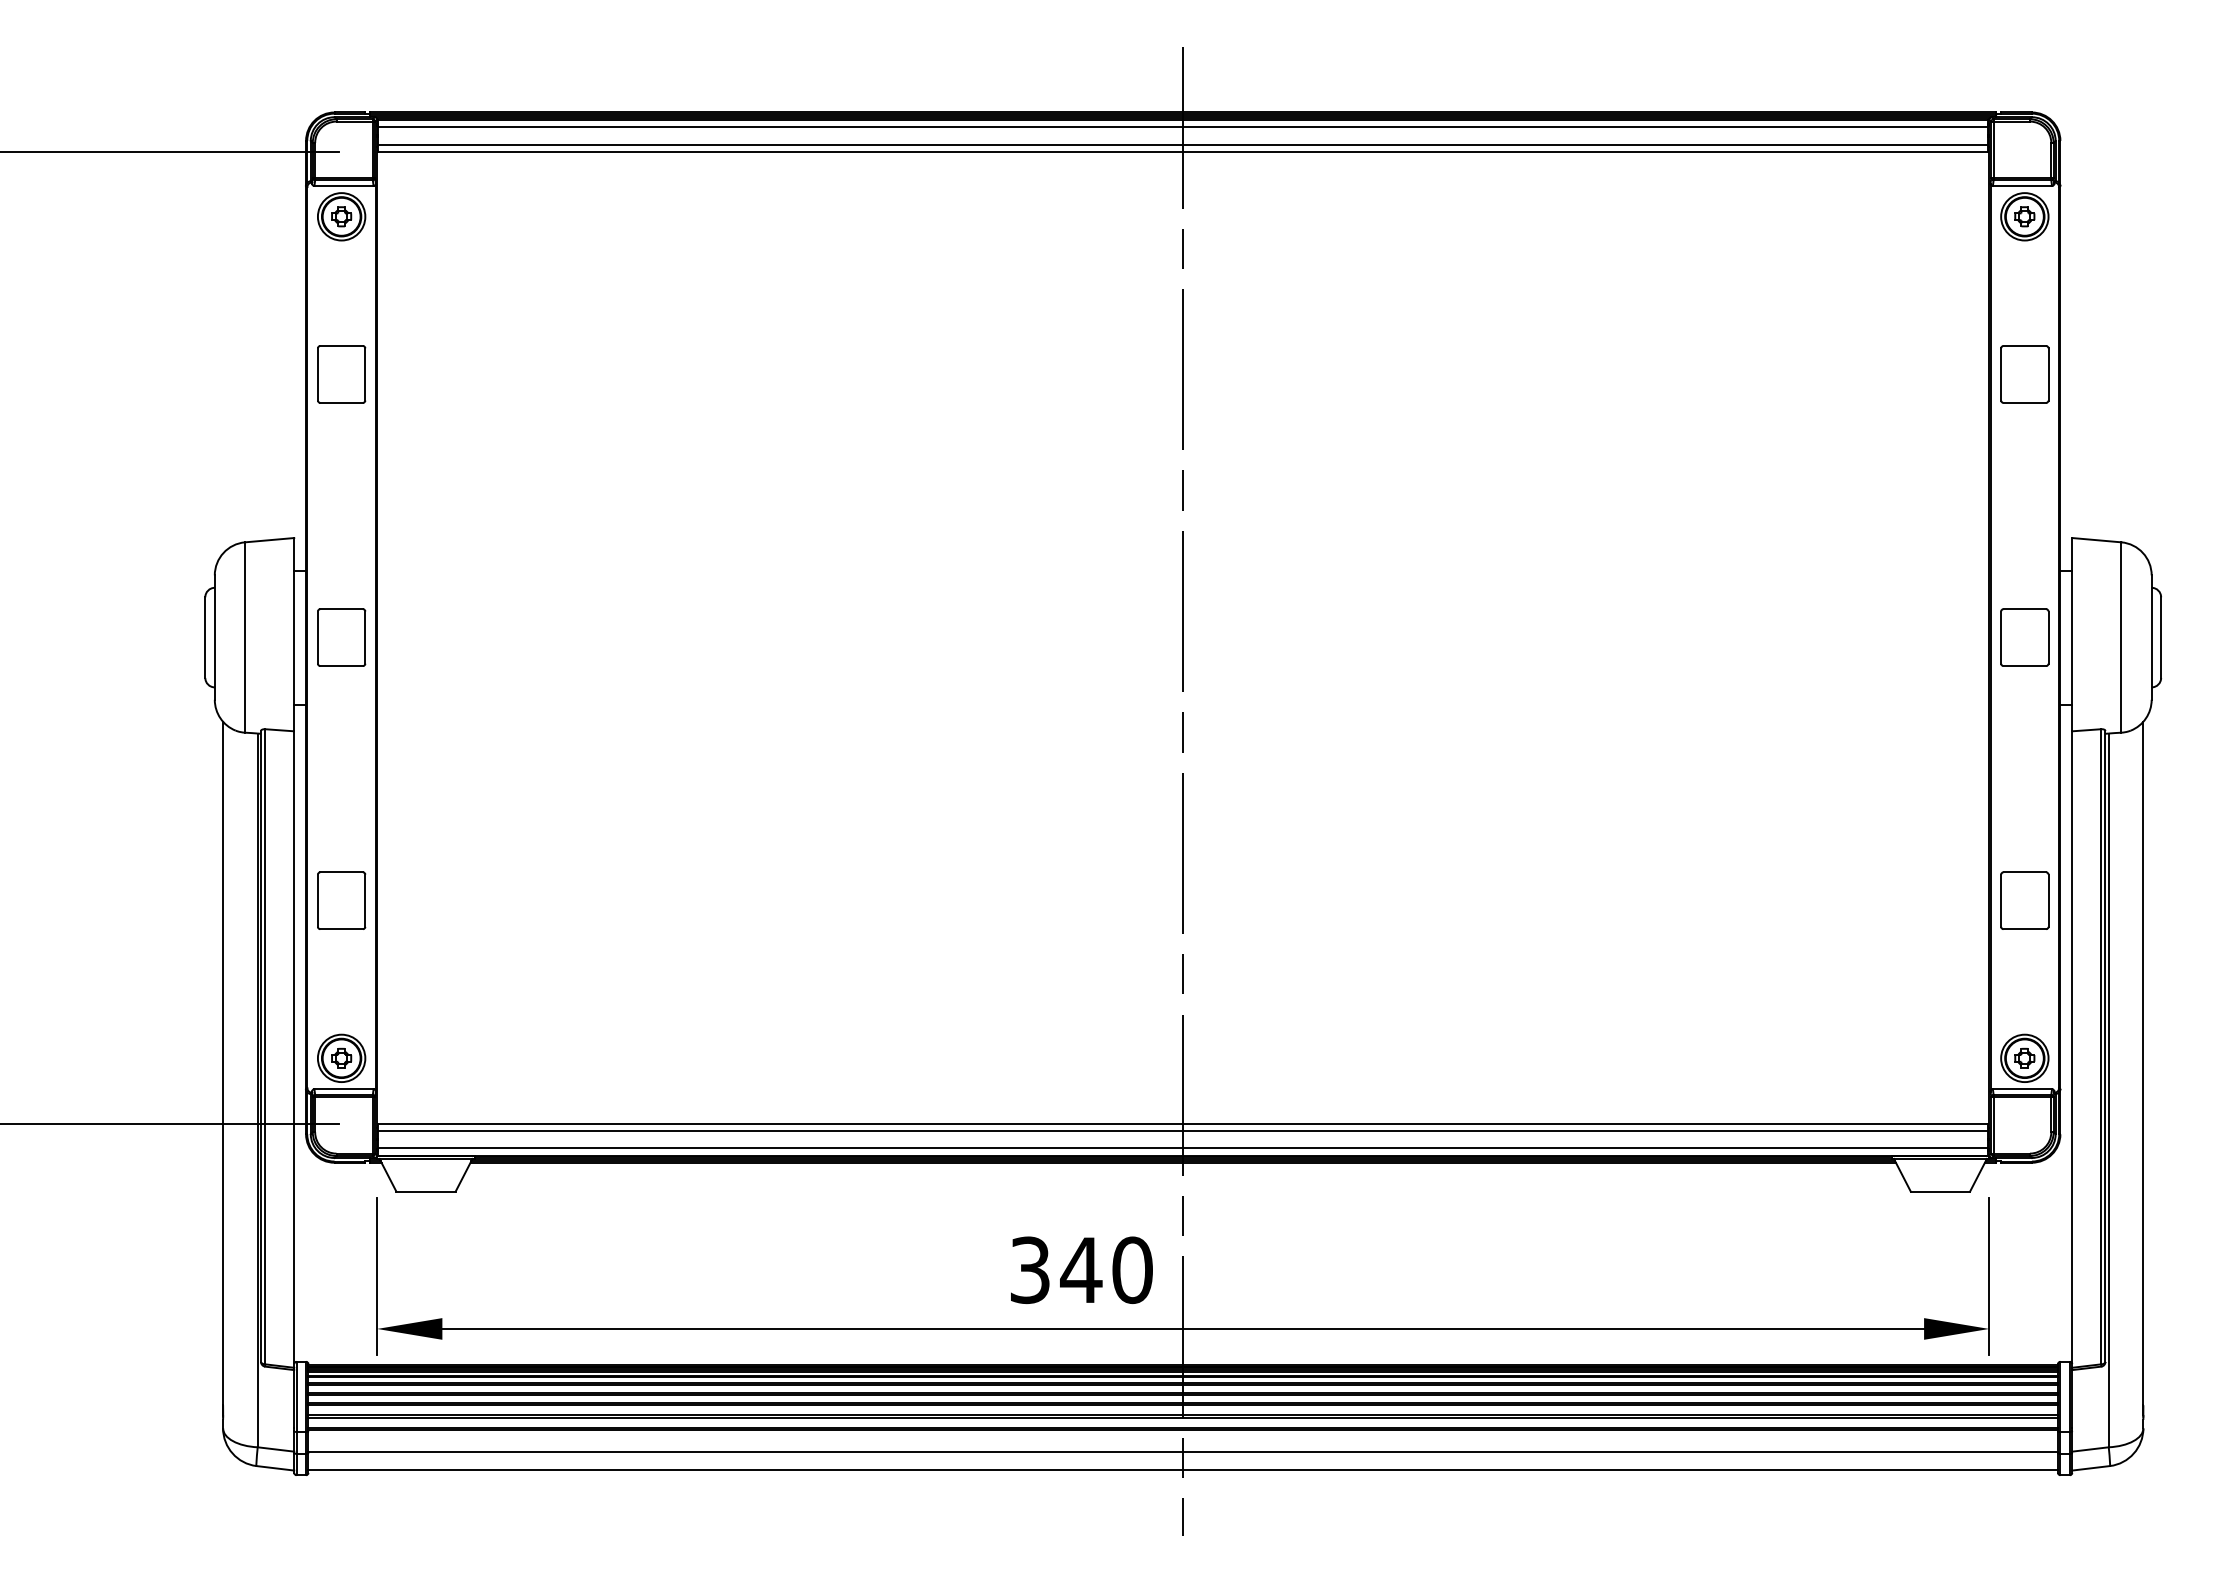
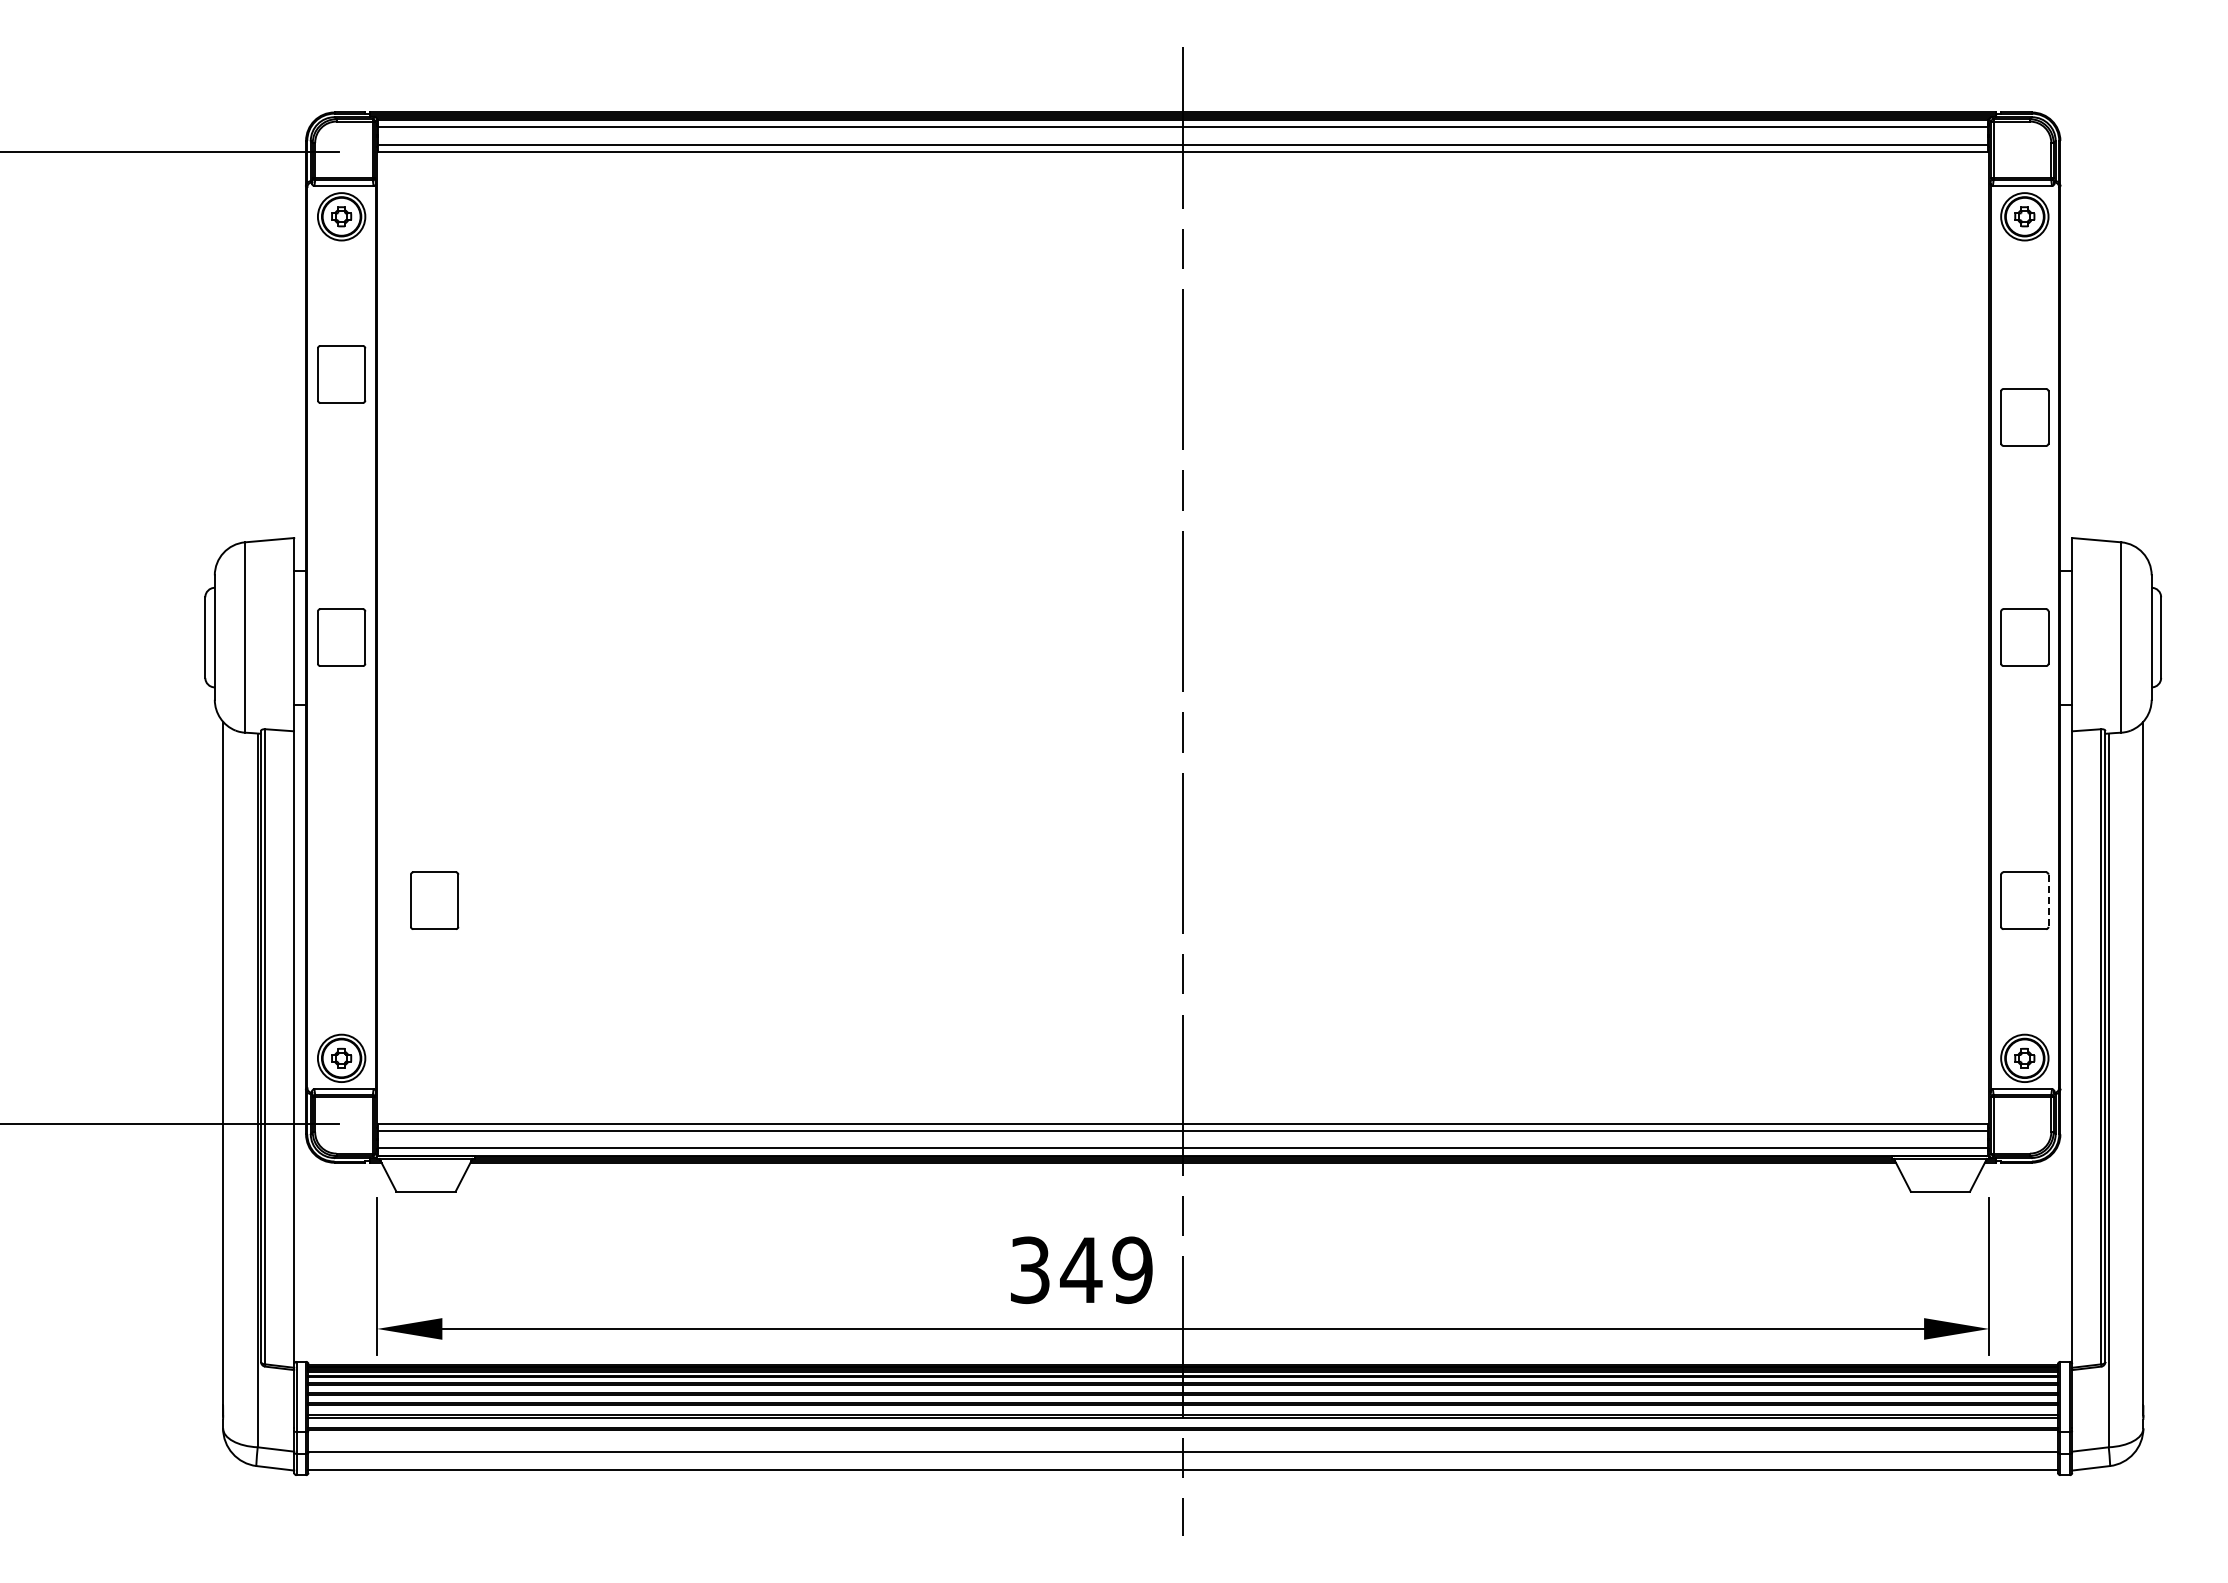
part at (2024, 374) position: (2024, 374) -> (2024, 417)
part at (341, 900) position: (341, 900) -> (434, 900)
line at (2048, 901): solid -> dashed
text at (1132, 1270): 340 -> 349
